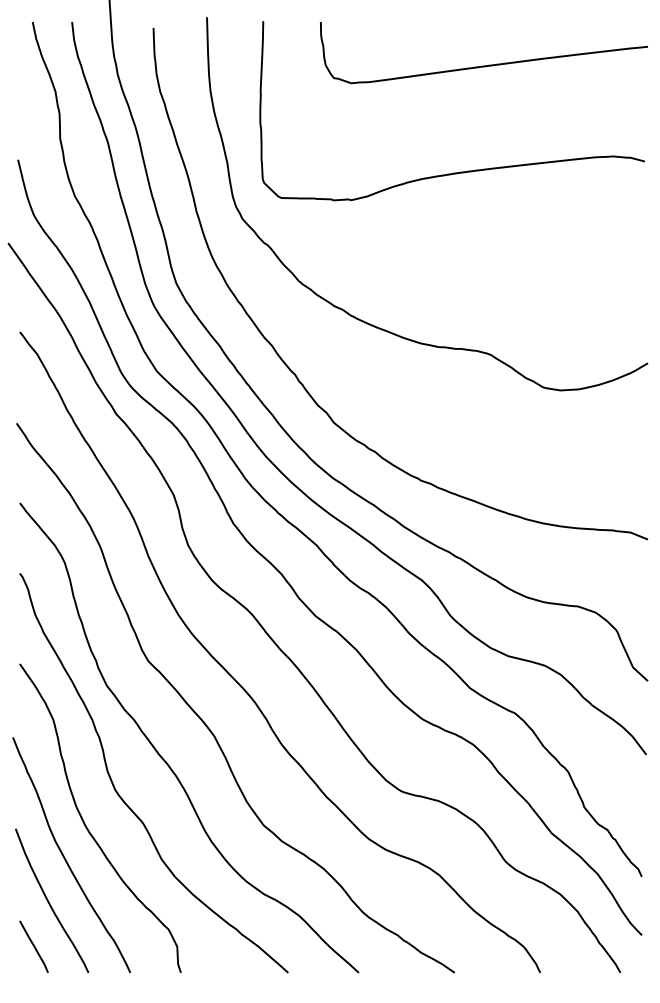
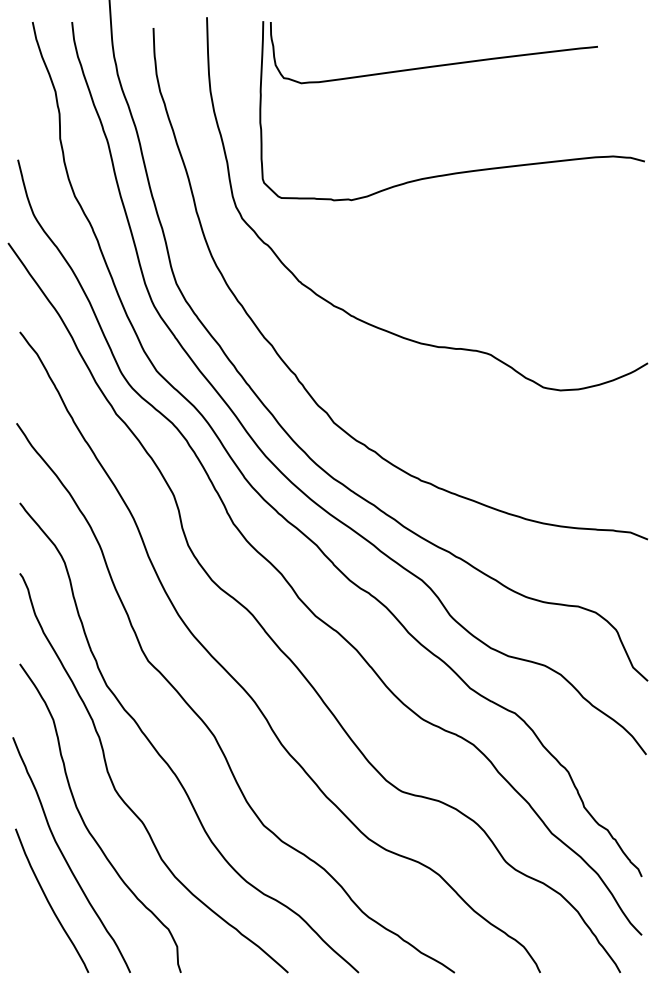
curve at (483, 65) position: (483, 65) -> (433, 65)
line at (33, 946): present -> none
